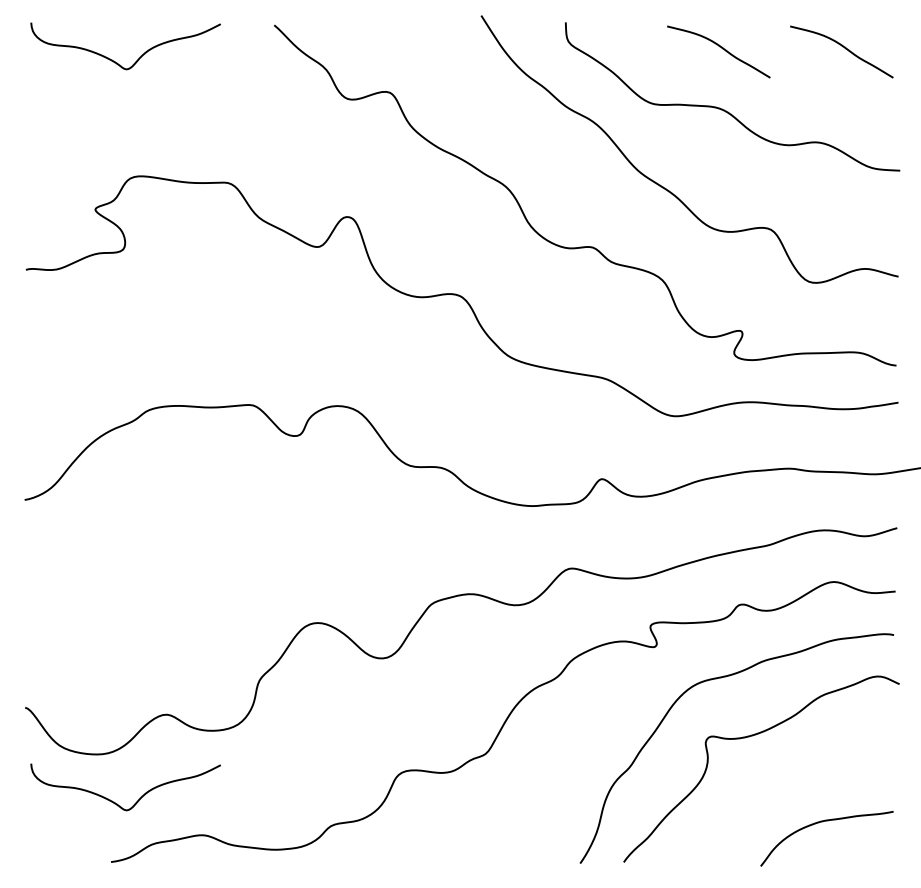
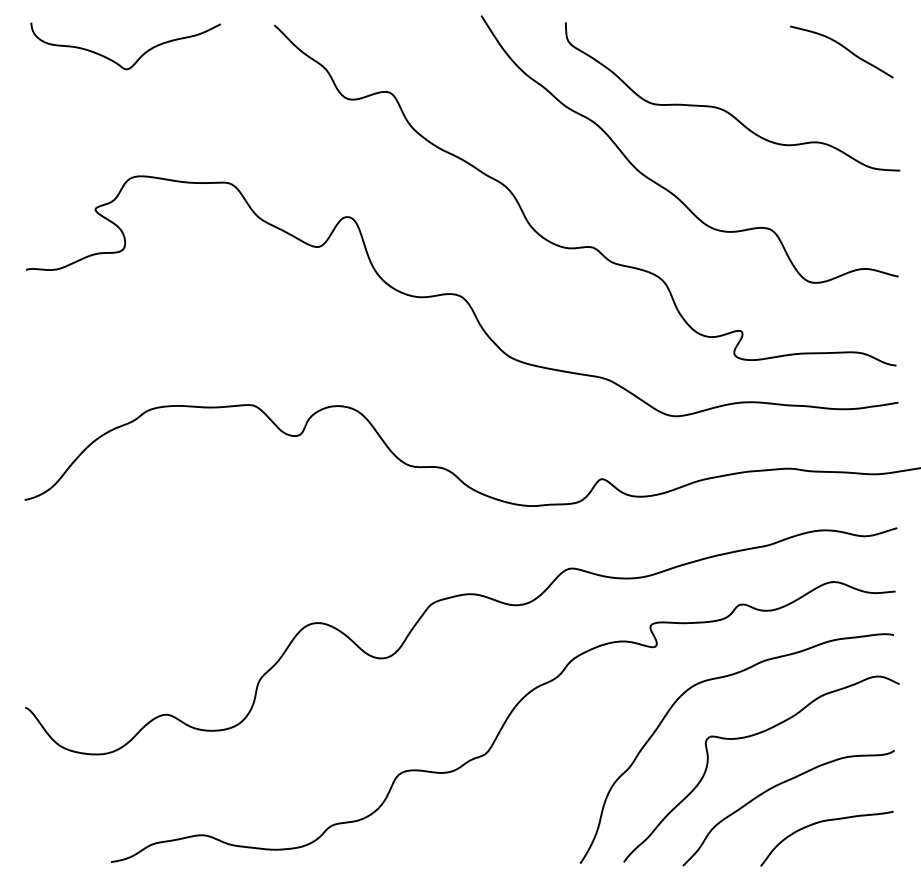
curve at (719, 47): present -> none
curve at (777, 786): none -> present
curve at (138, 799): present -> none
